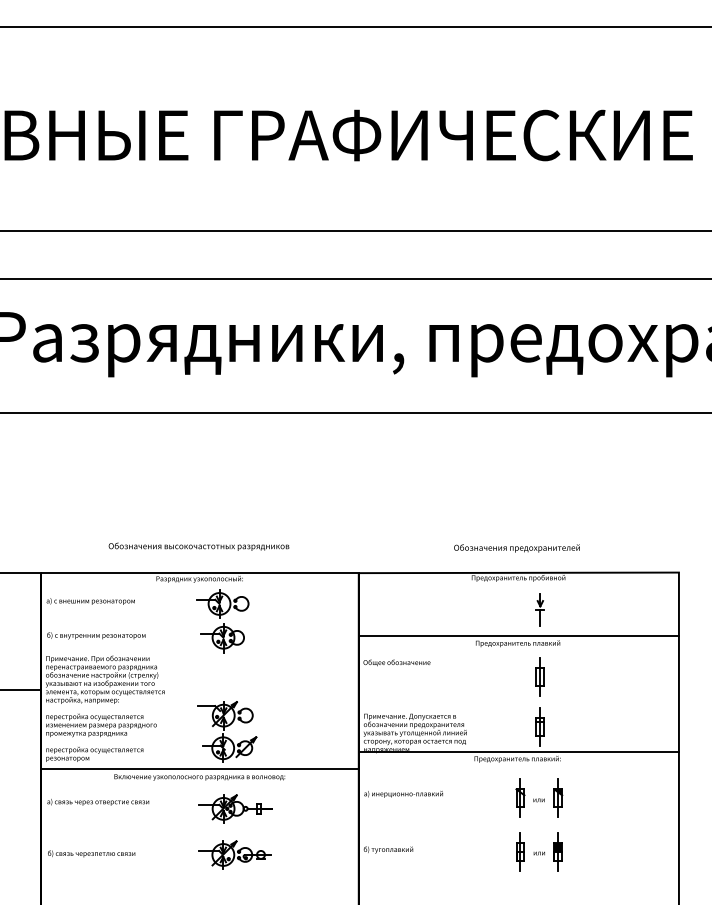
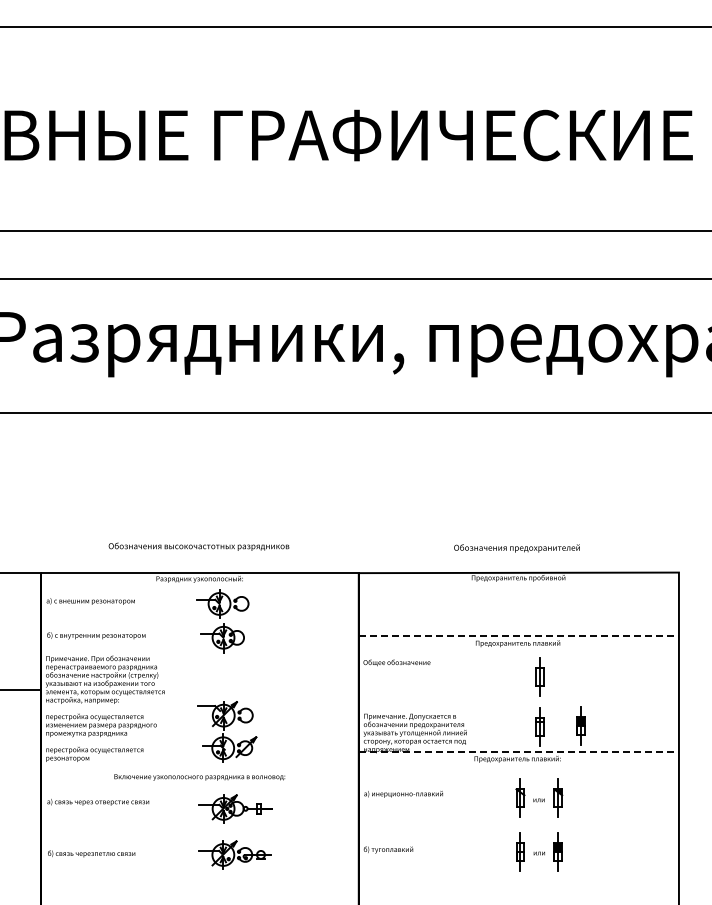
part at (539, 609): present -> none
line at (519, 636): solid -> dashed
part at (580, 725): none -> present
line at (519, 752): solid -> dashed
line at (199, 769): present -> none
